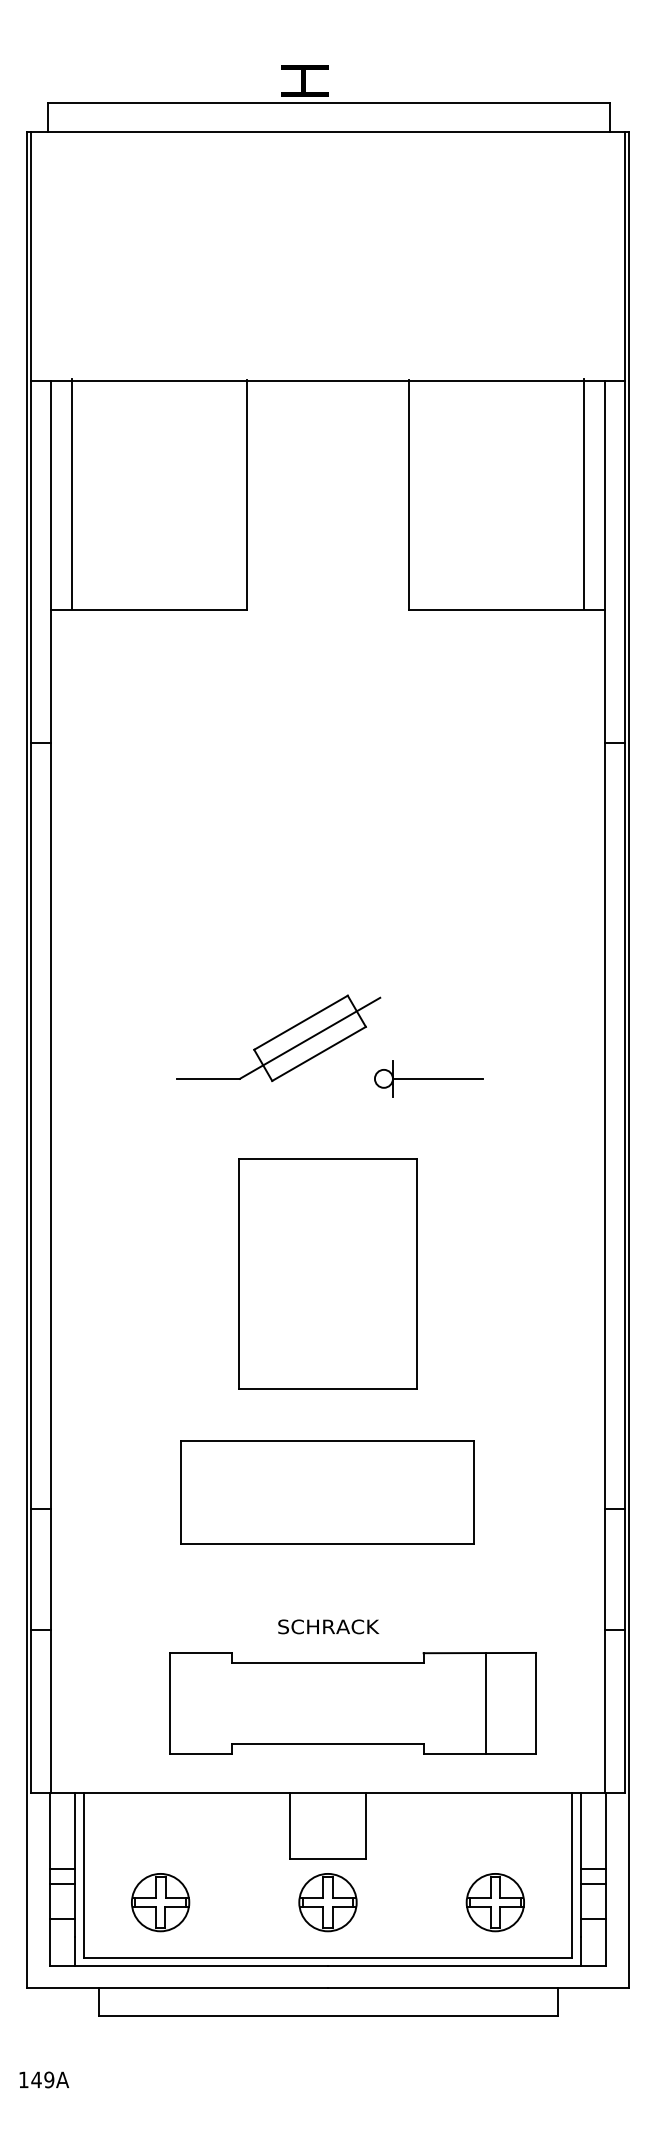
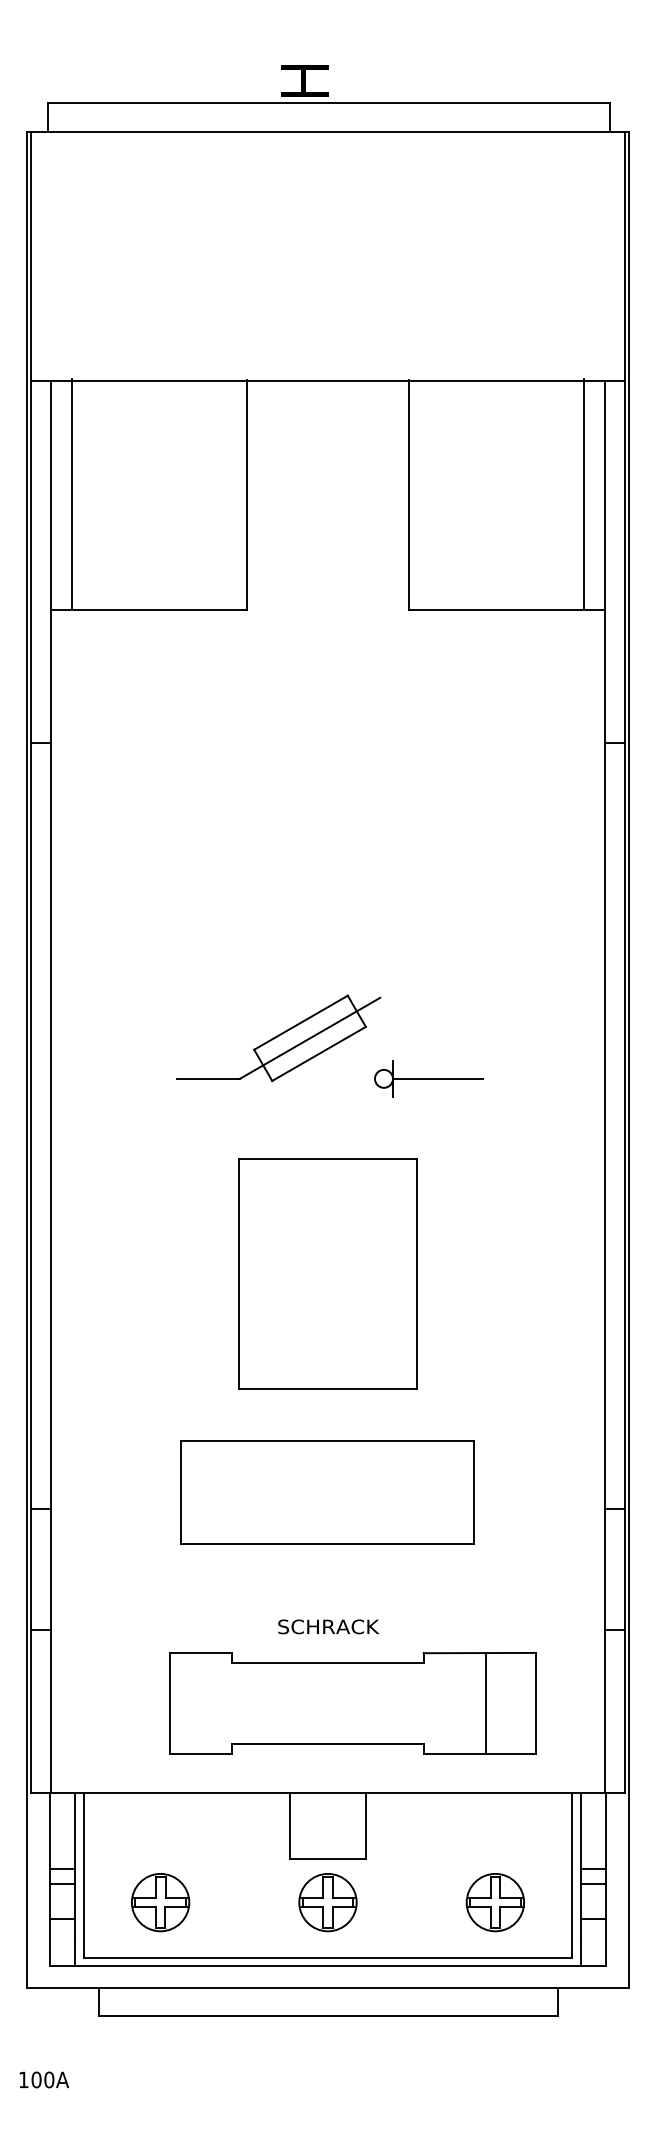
text at (42, 2079): 149A -> 100A
